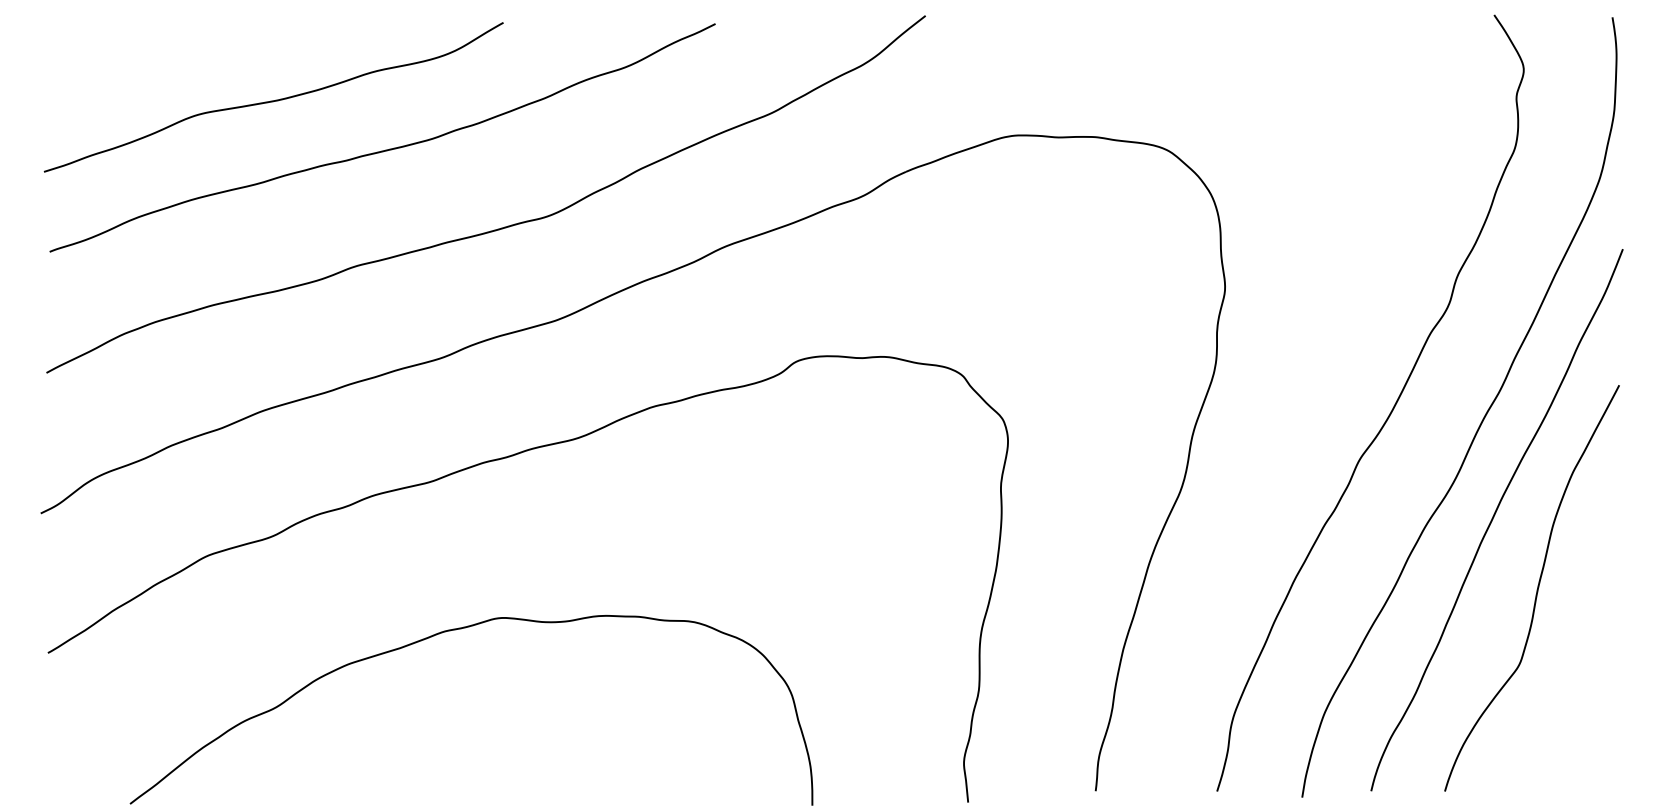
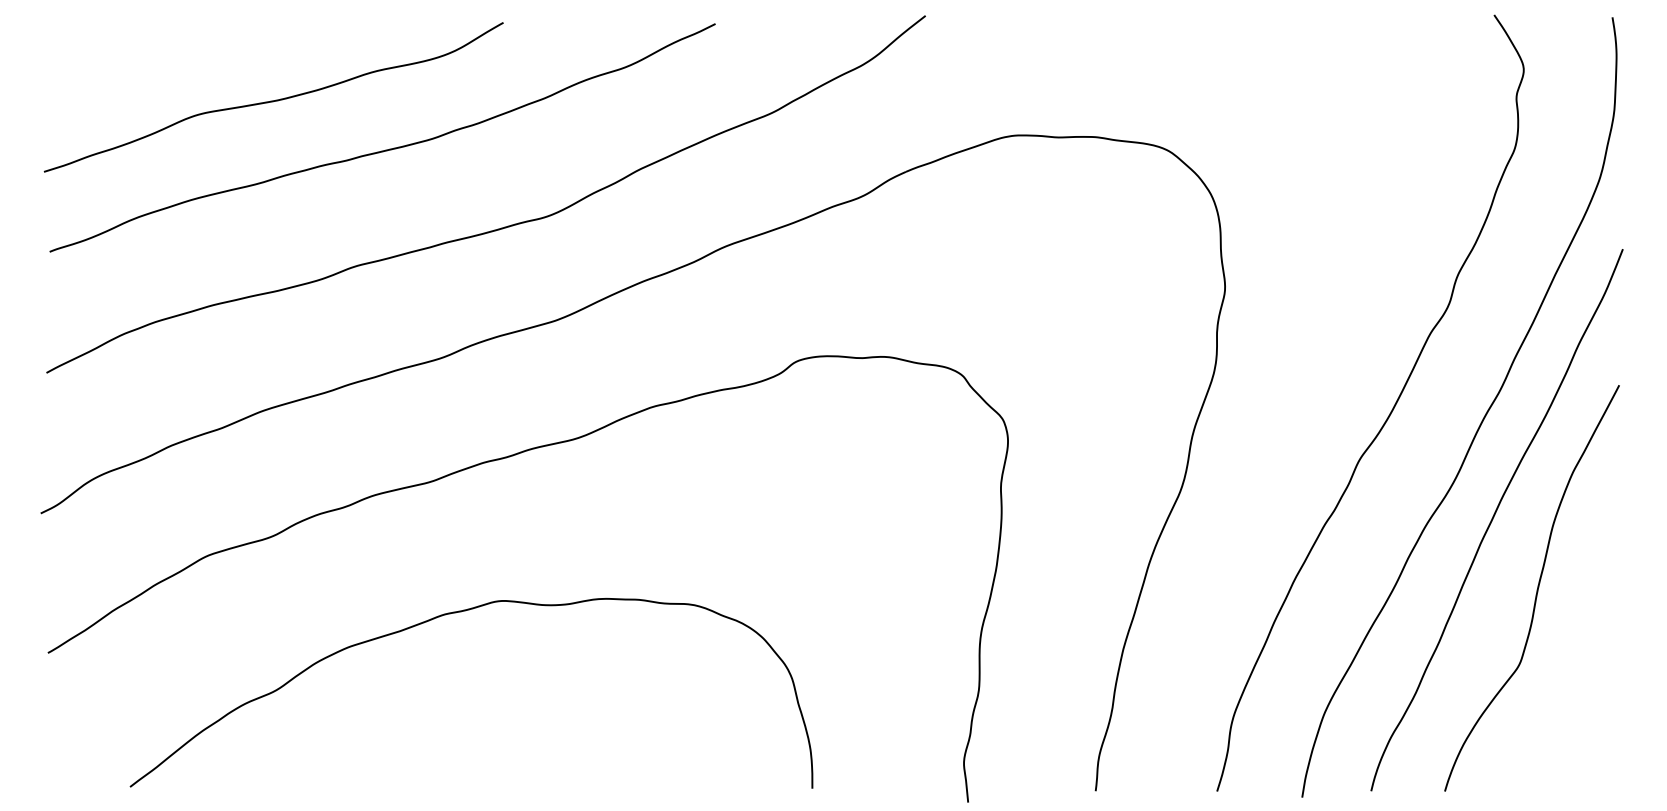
curve at (456, 630) position: (456, 630) -> (456, 613)
